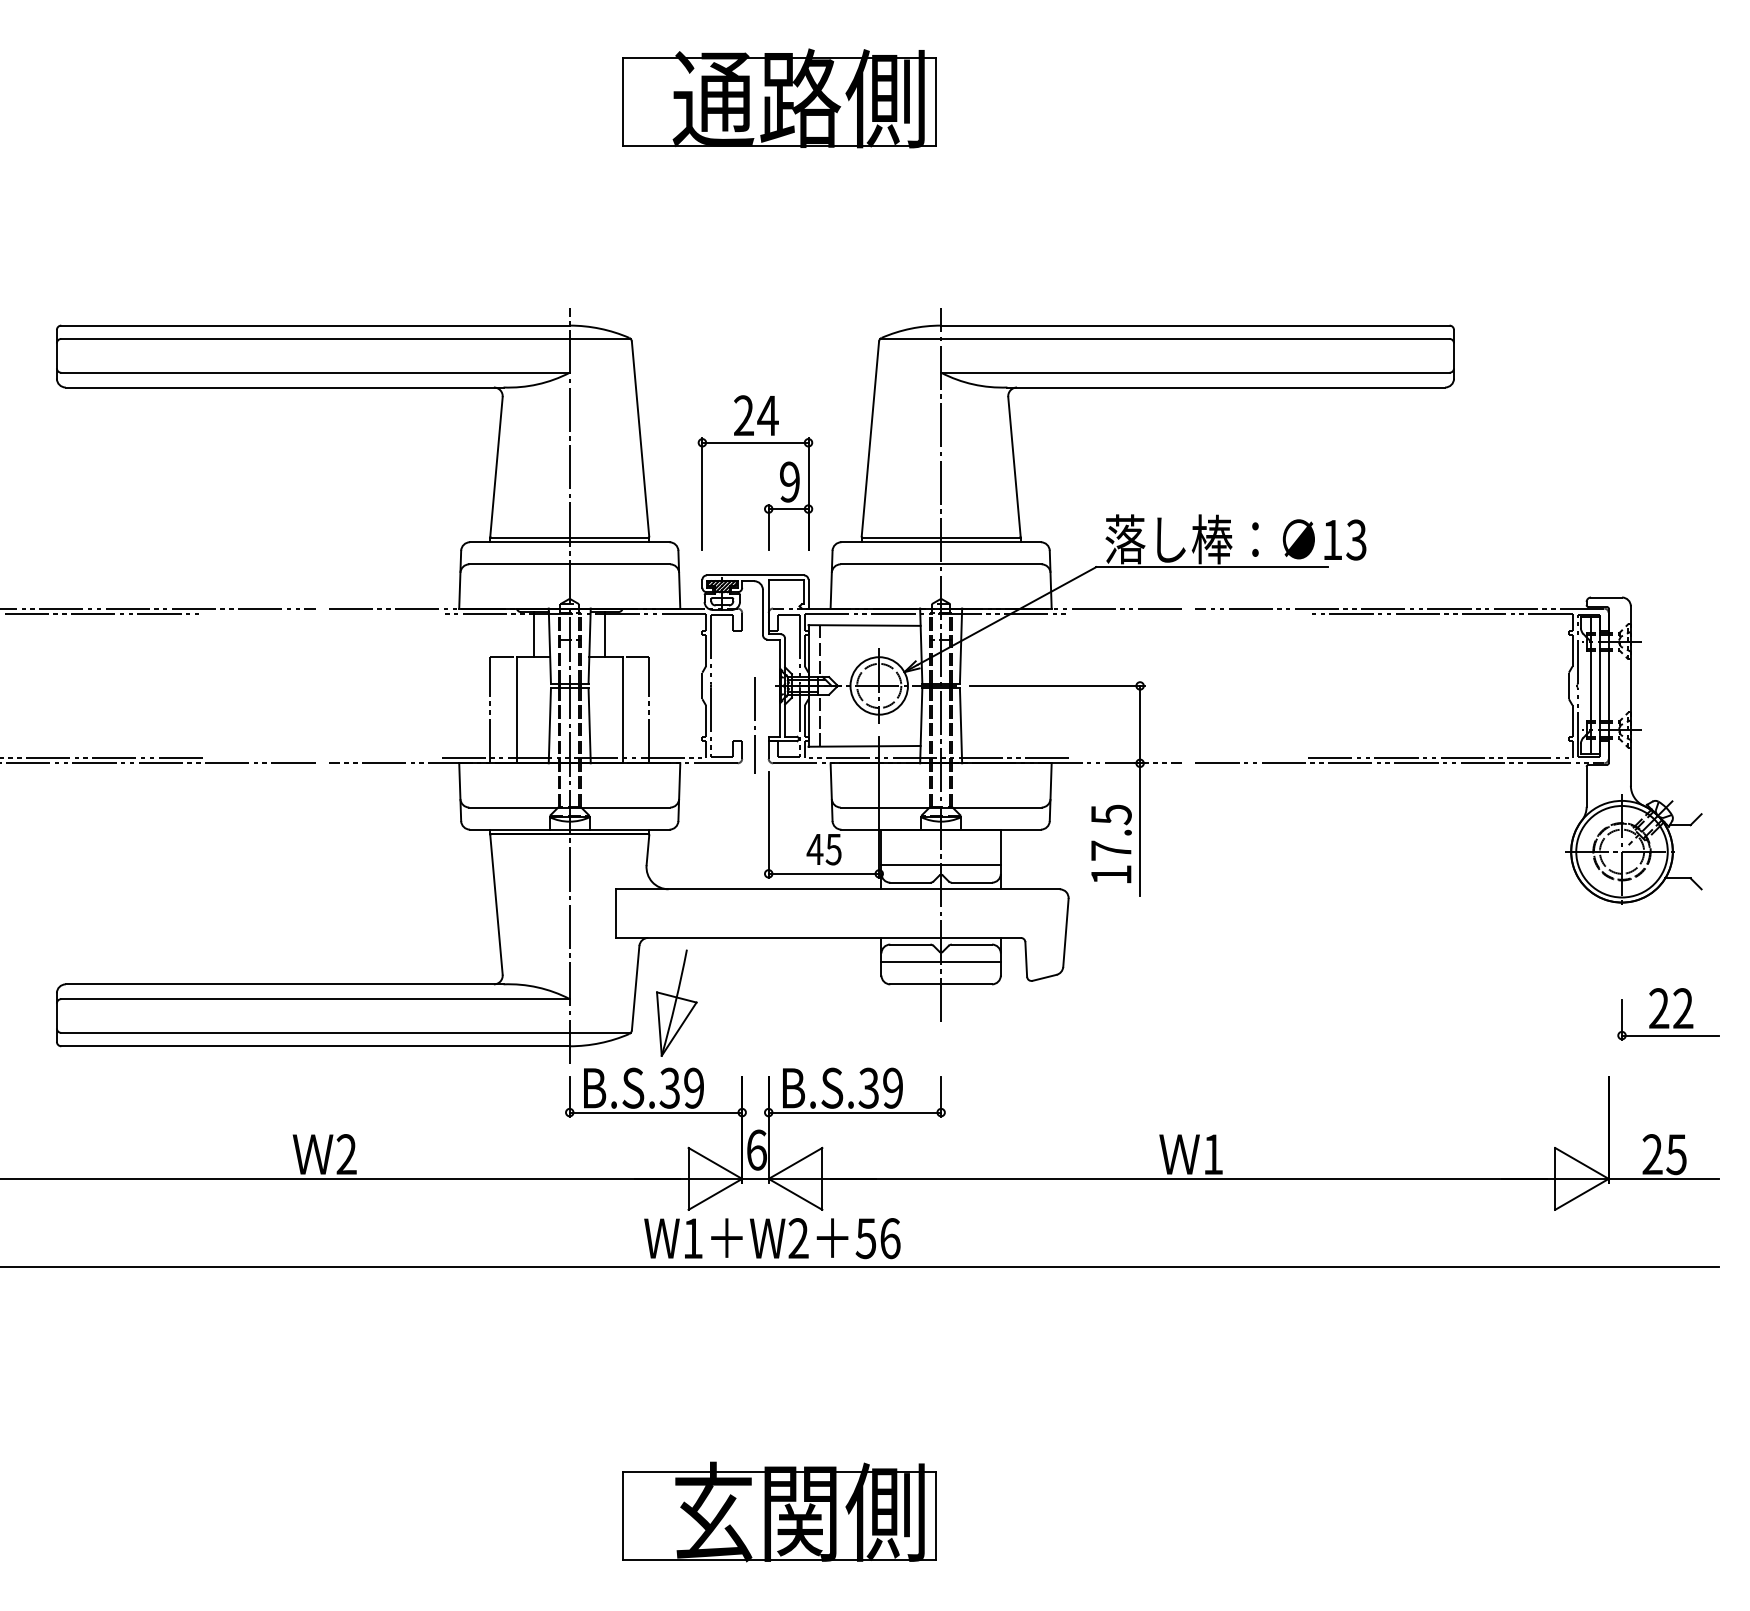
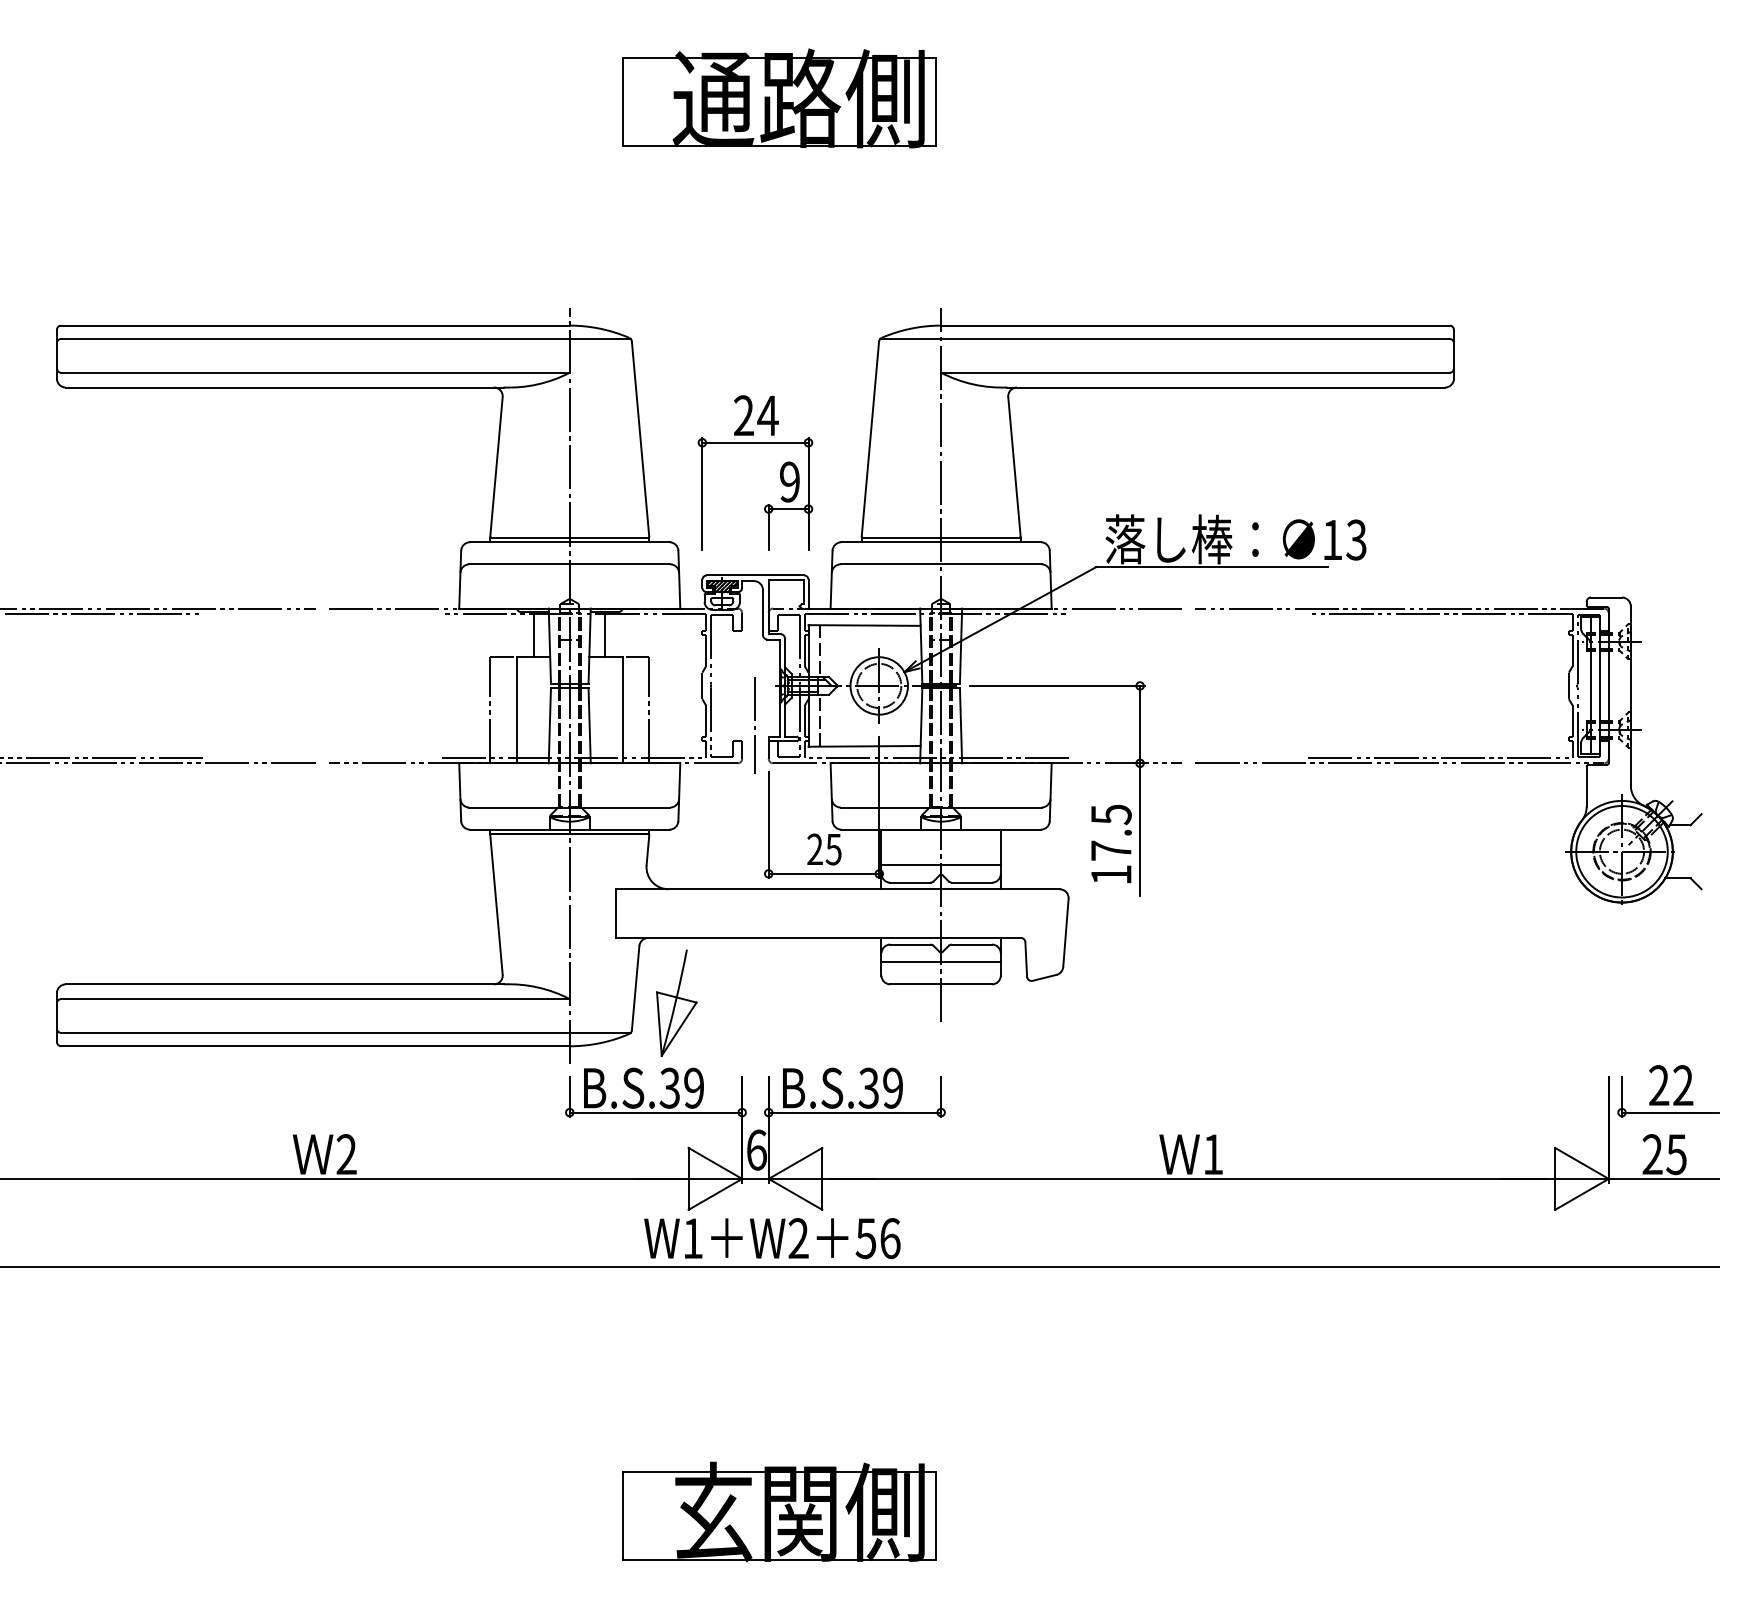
text at (814, 848): 45 -> 25
part at (1668, 1014) position: (1668, 1014) -> (1668, 1091)
